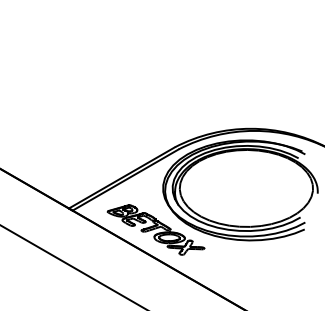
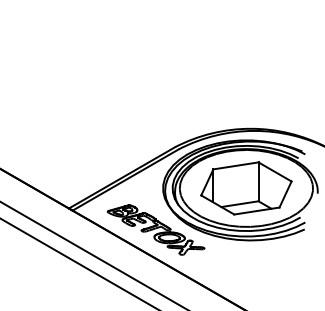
part at (246, 188): none -> present
line at (92, 255): none -> present
line at (72, 266) position: (72, 266) -> (78, 263)
